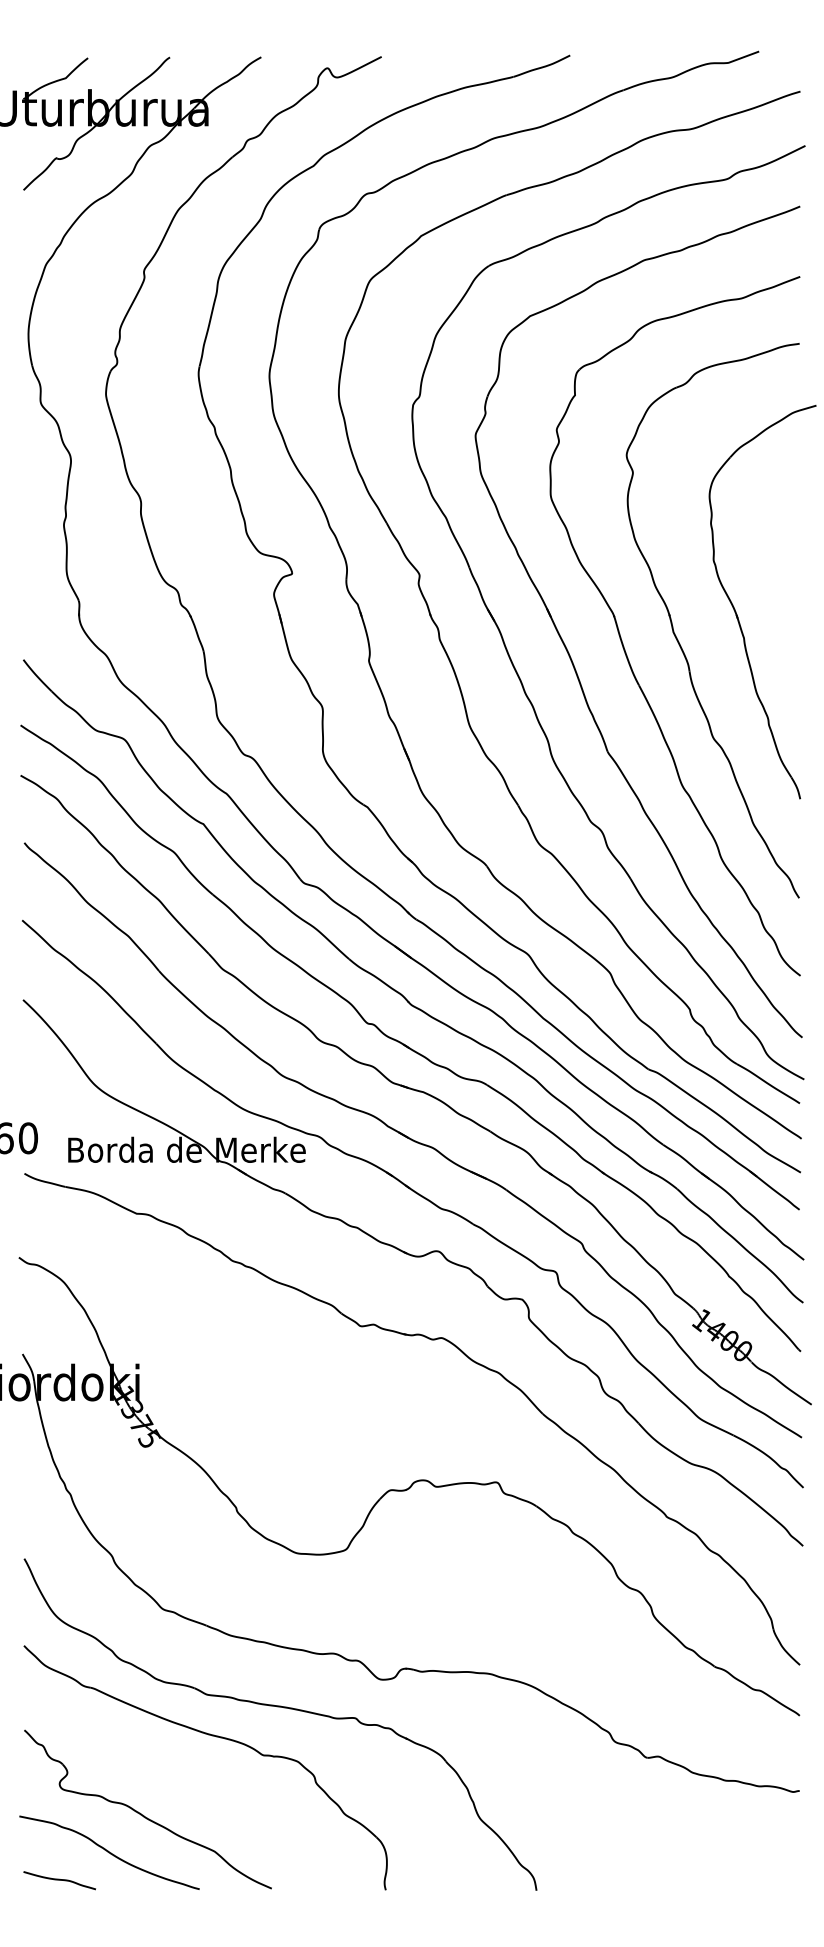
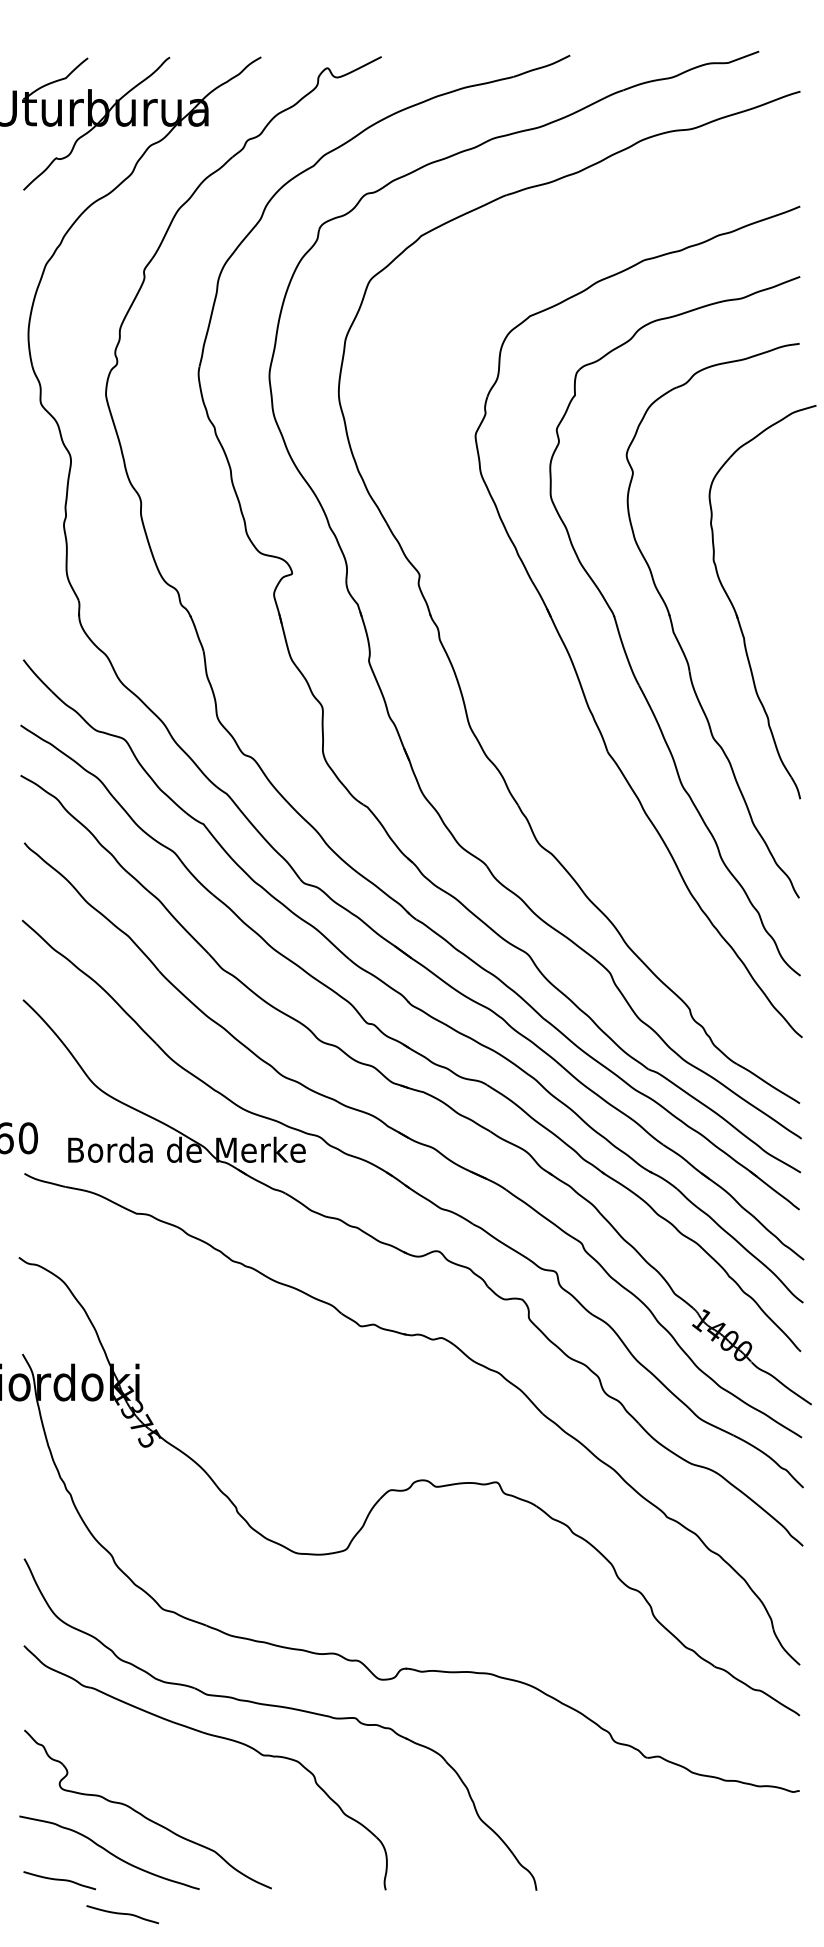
part at (508, 651): present -> none
curve at (122, 1914): none -> present
